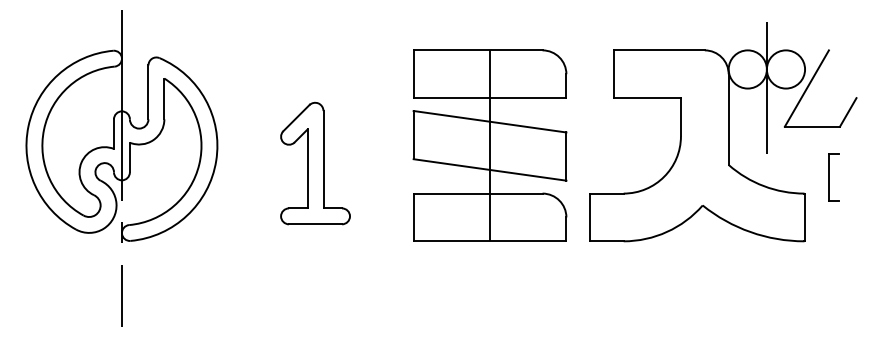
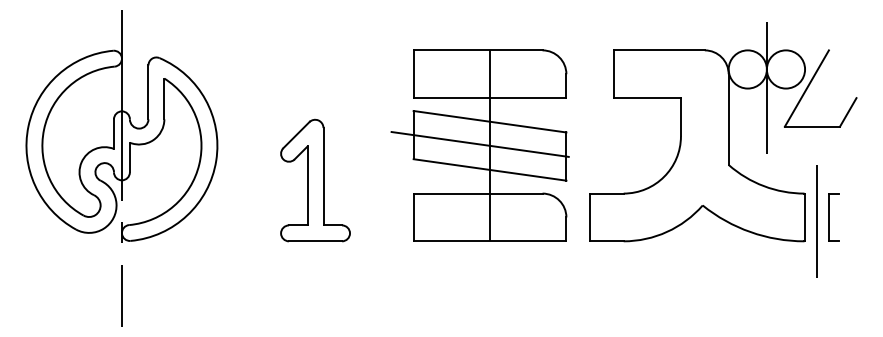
line at (479, 144): none -> present
part at (315, 163) position: (315, 163) -> (315, 180)
part at (833, 177) position: (833, 177) -> (833, 217)
line at (817, 220): none -> present
